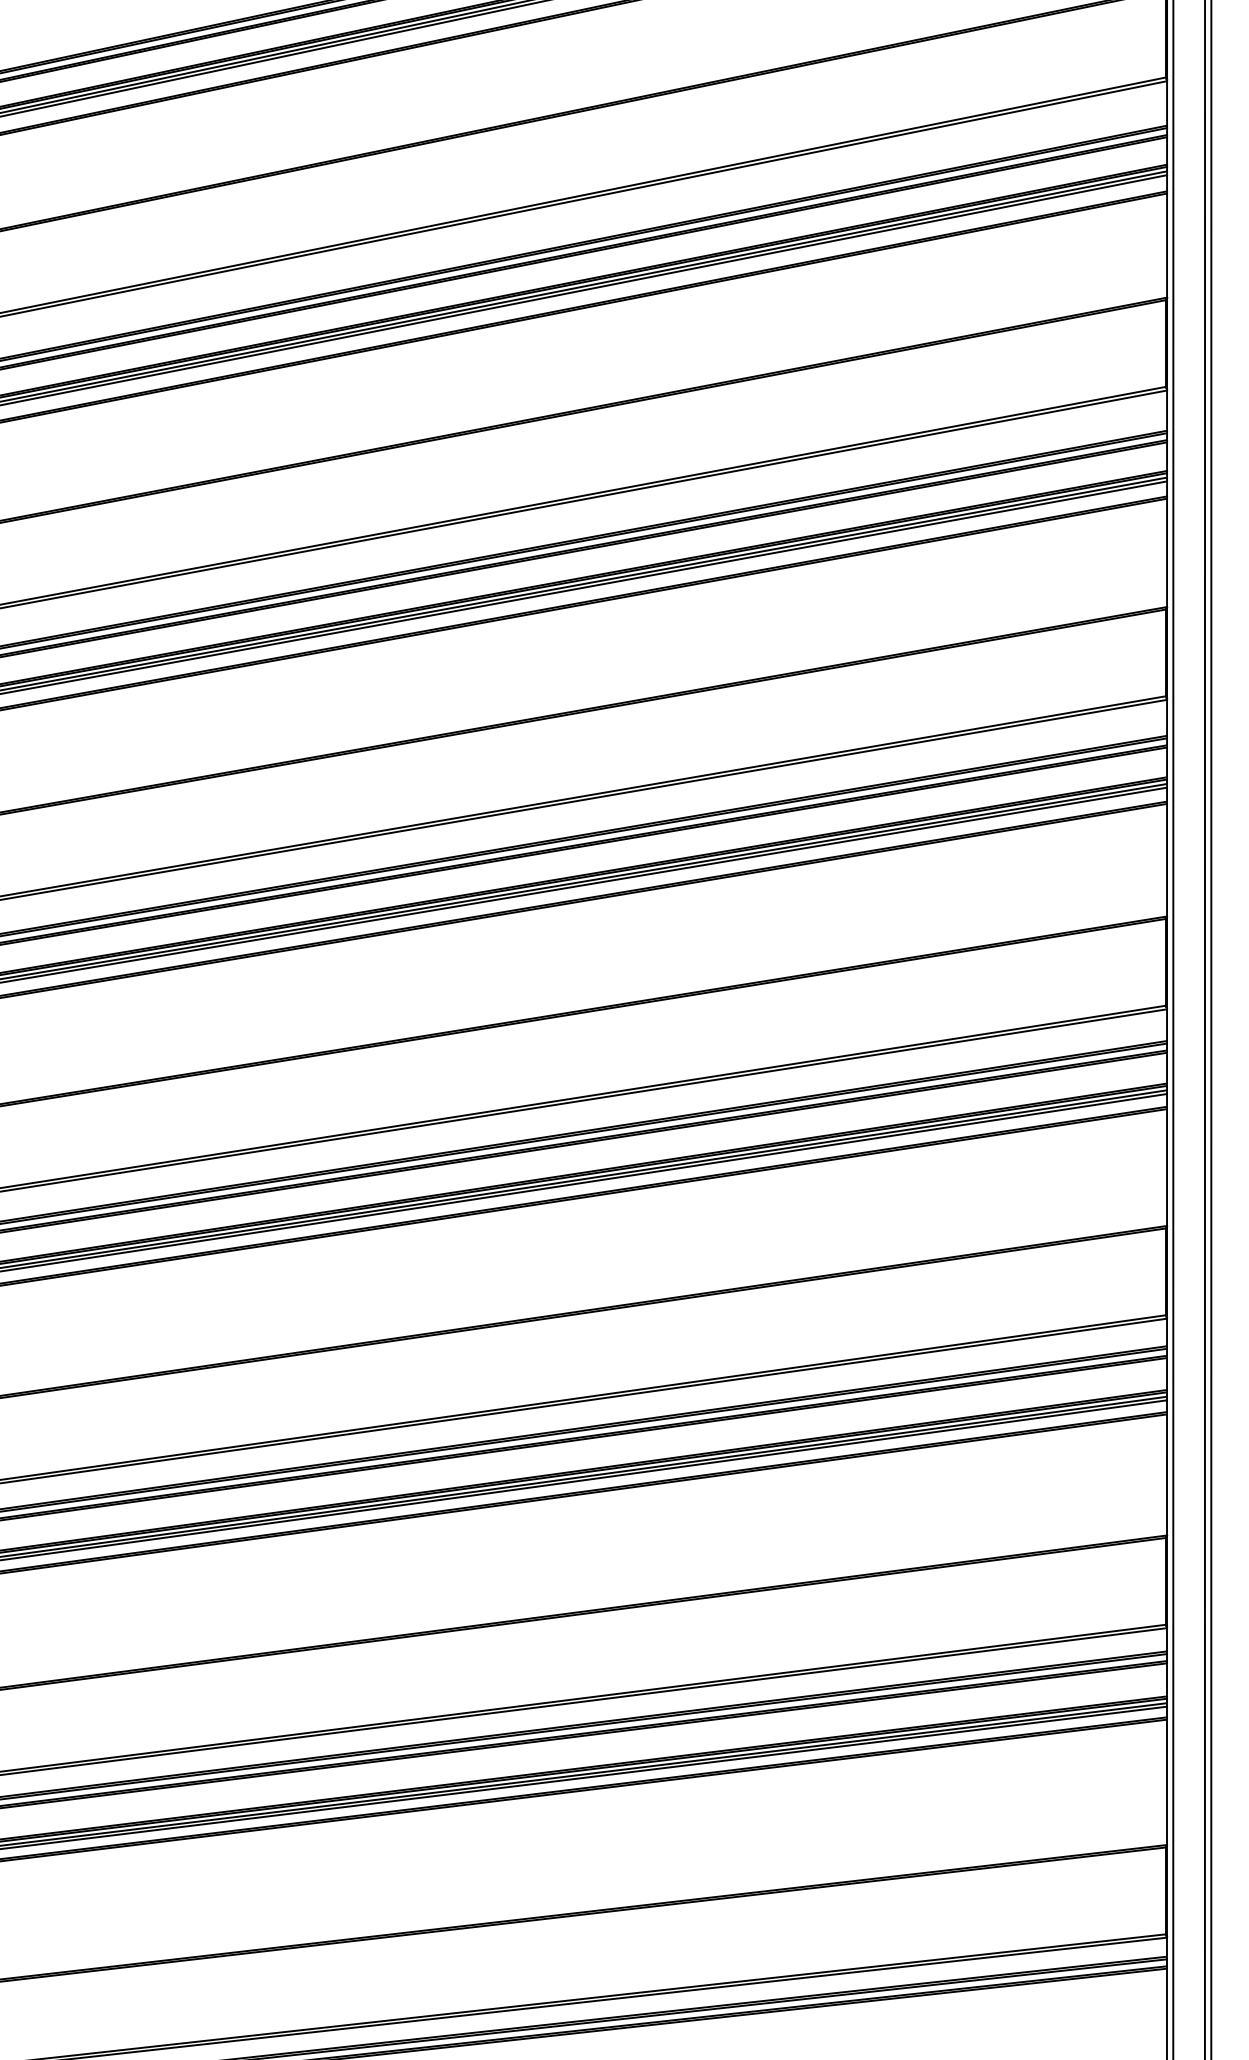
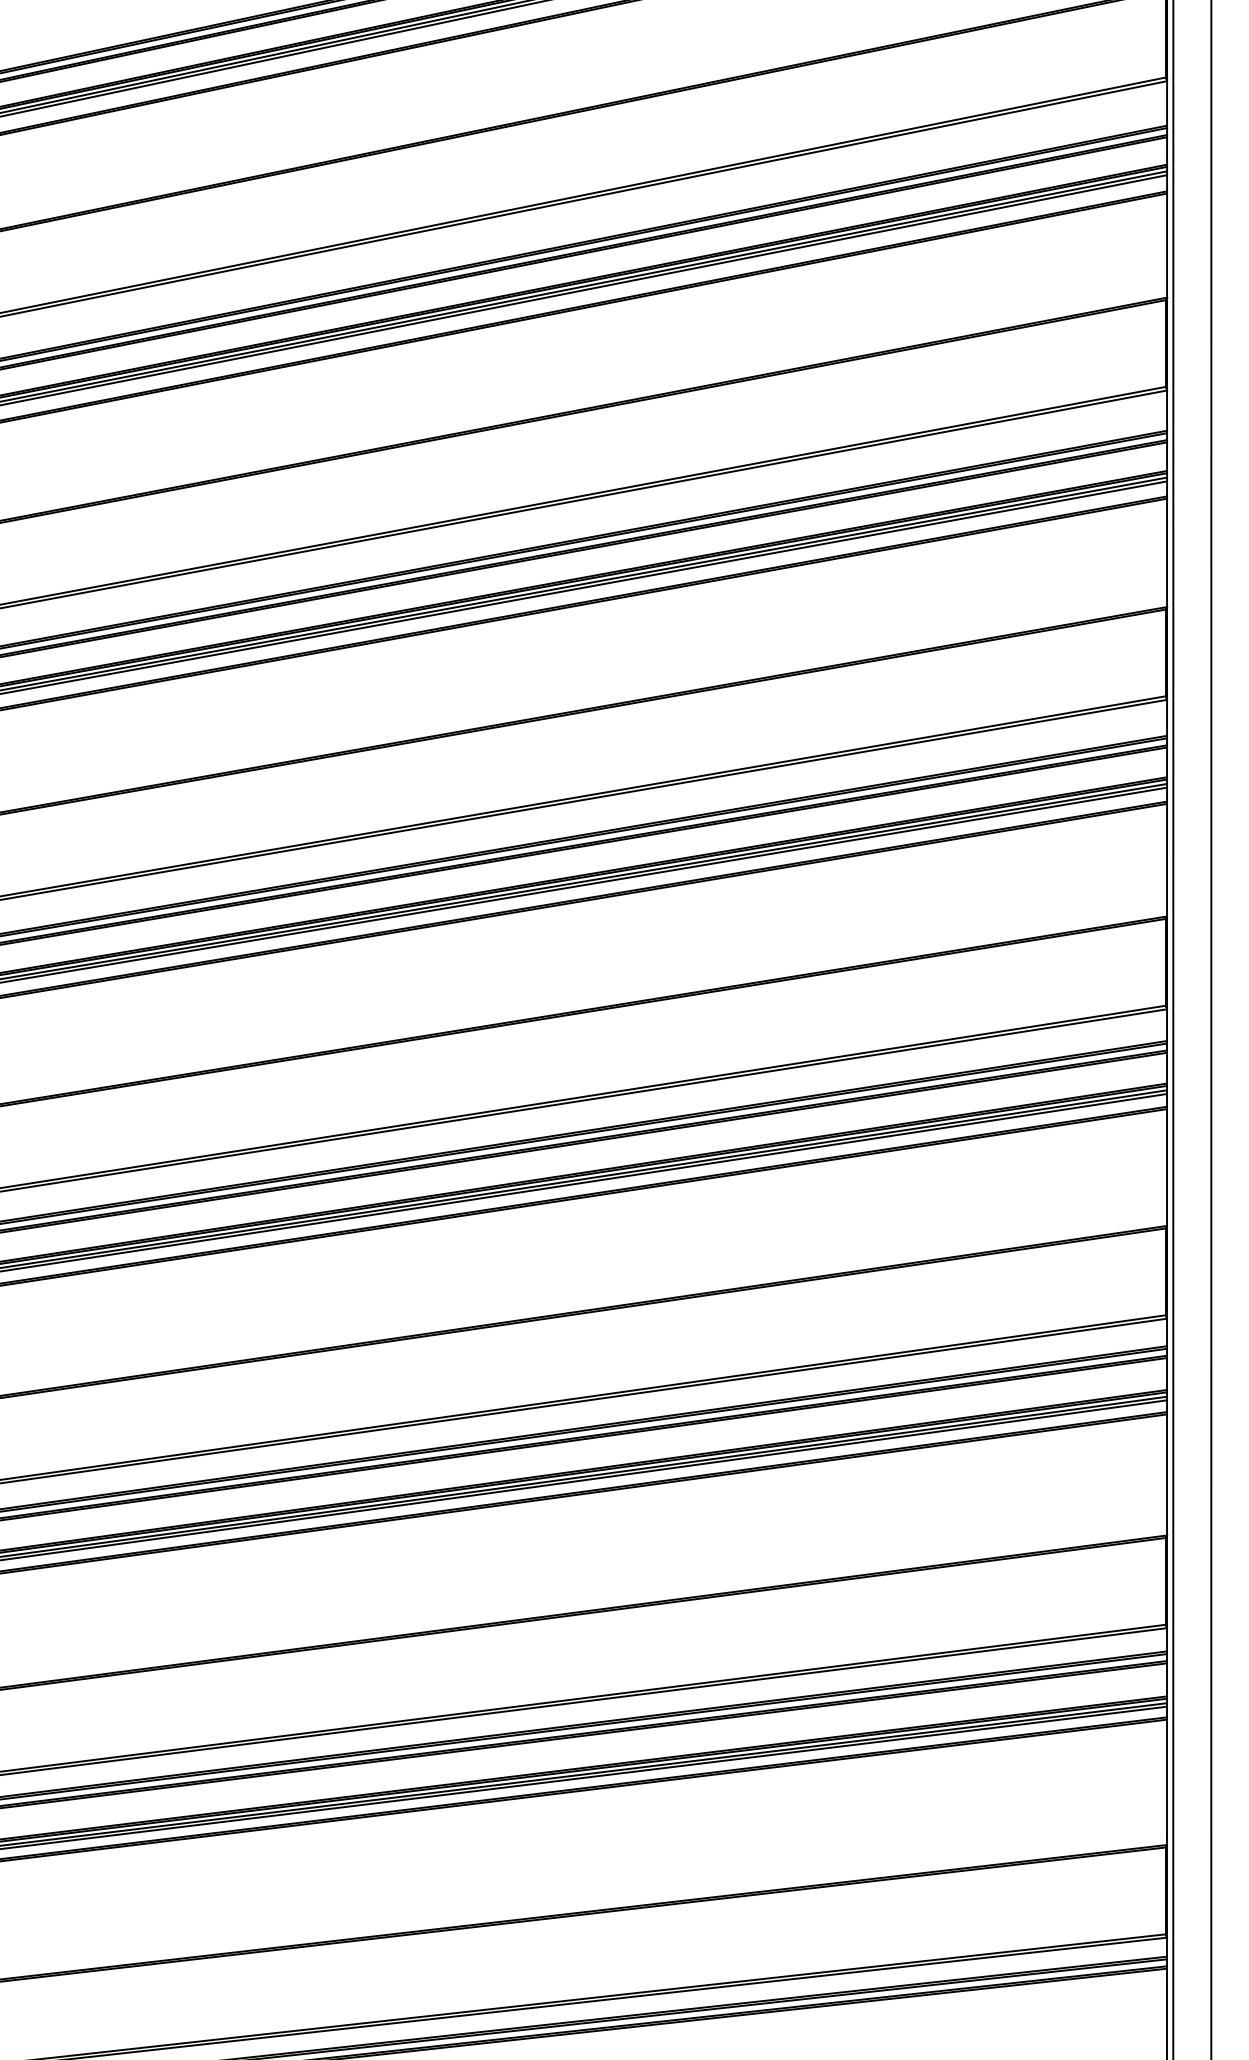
line at (1204, 1029): present -> none
